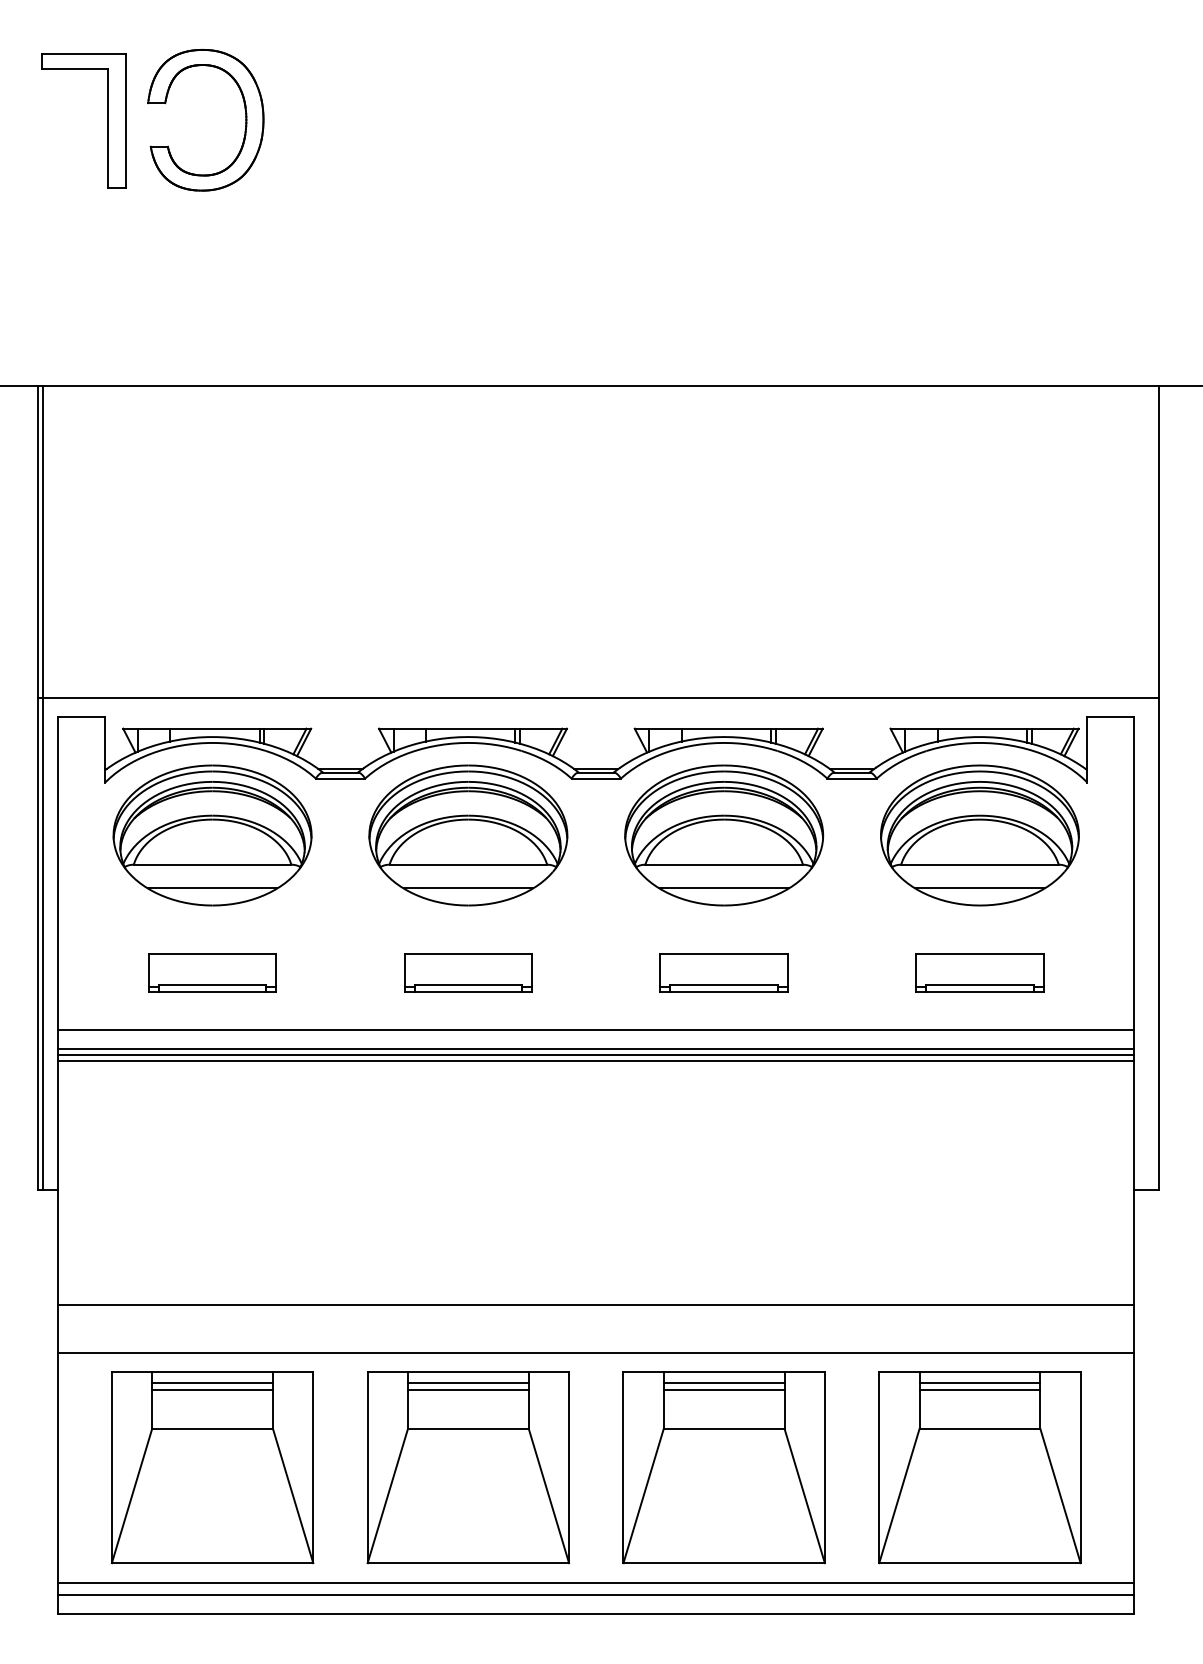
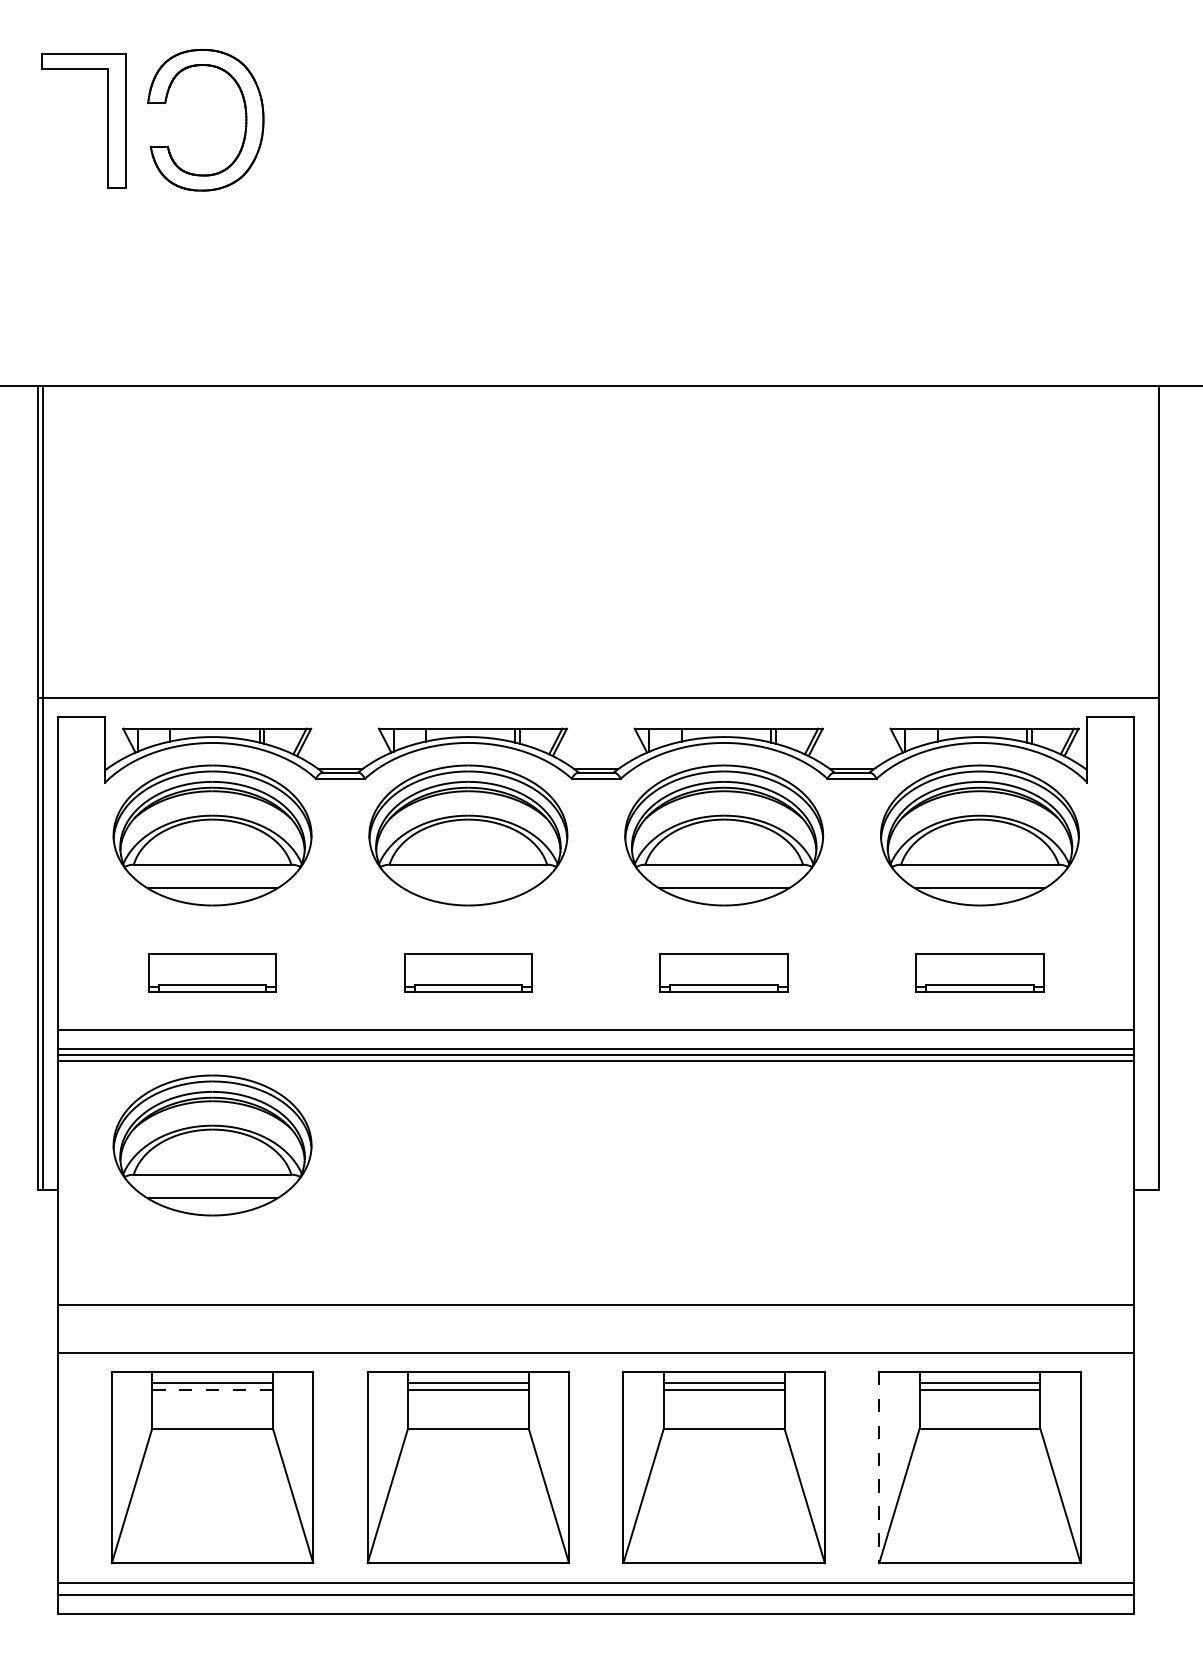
line at (468, 888): present -> none
part at (212, 1145): none -> present
line at (212, 1389): solid -> dashed
line at (879, 1467): solid -> dashed
